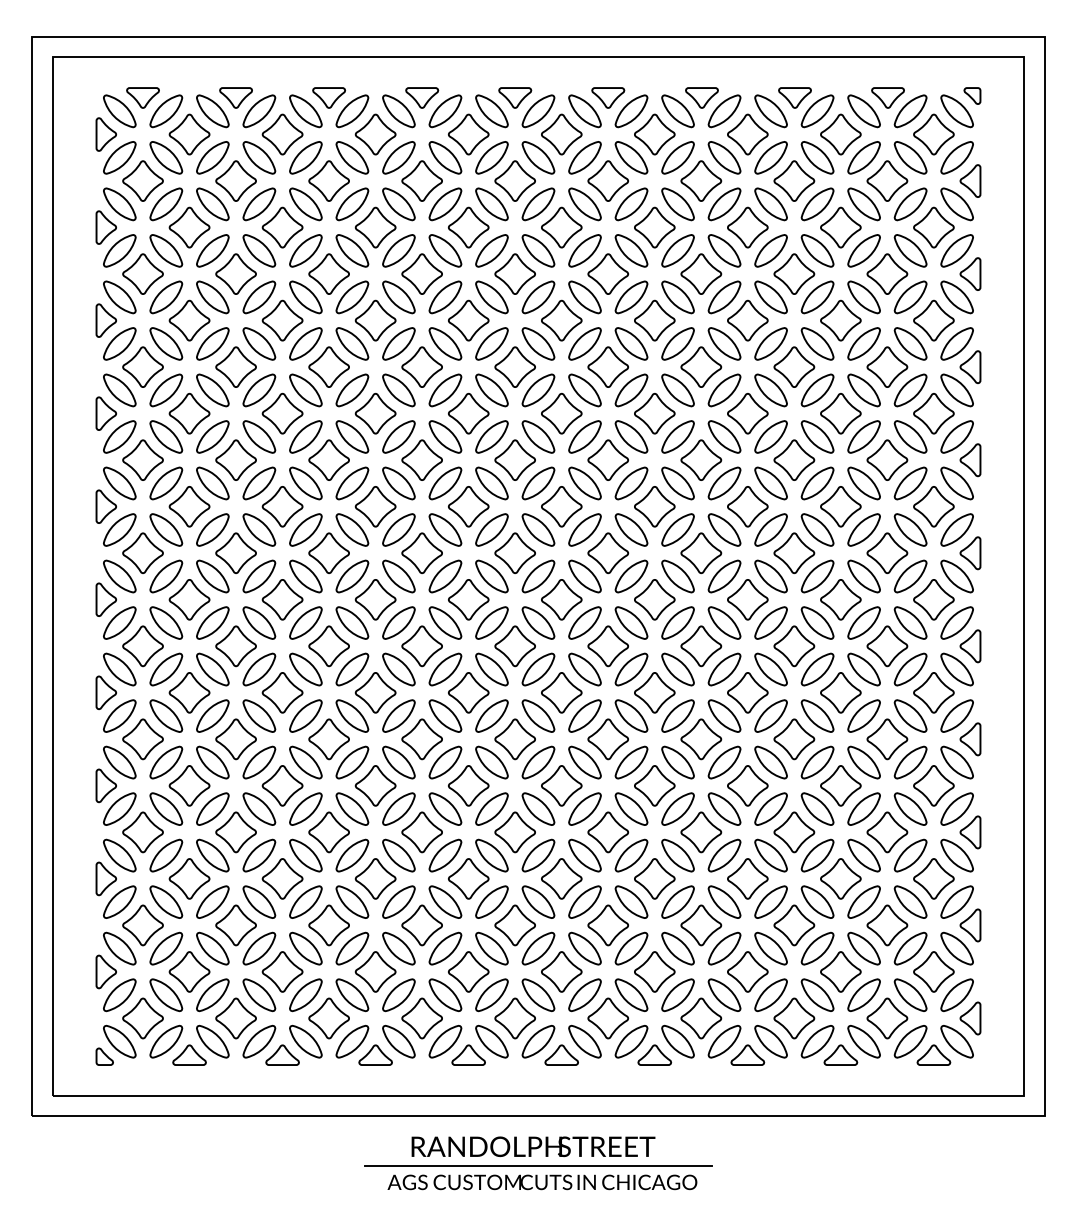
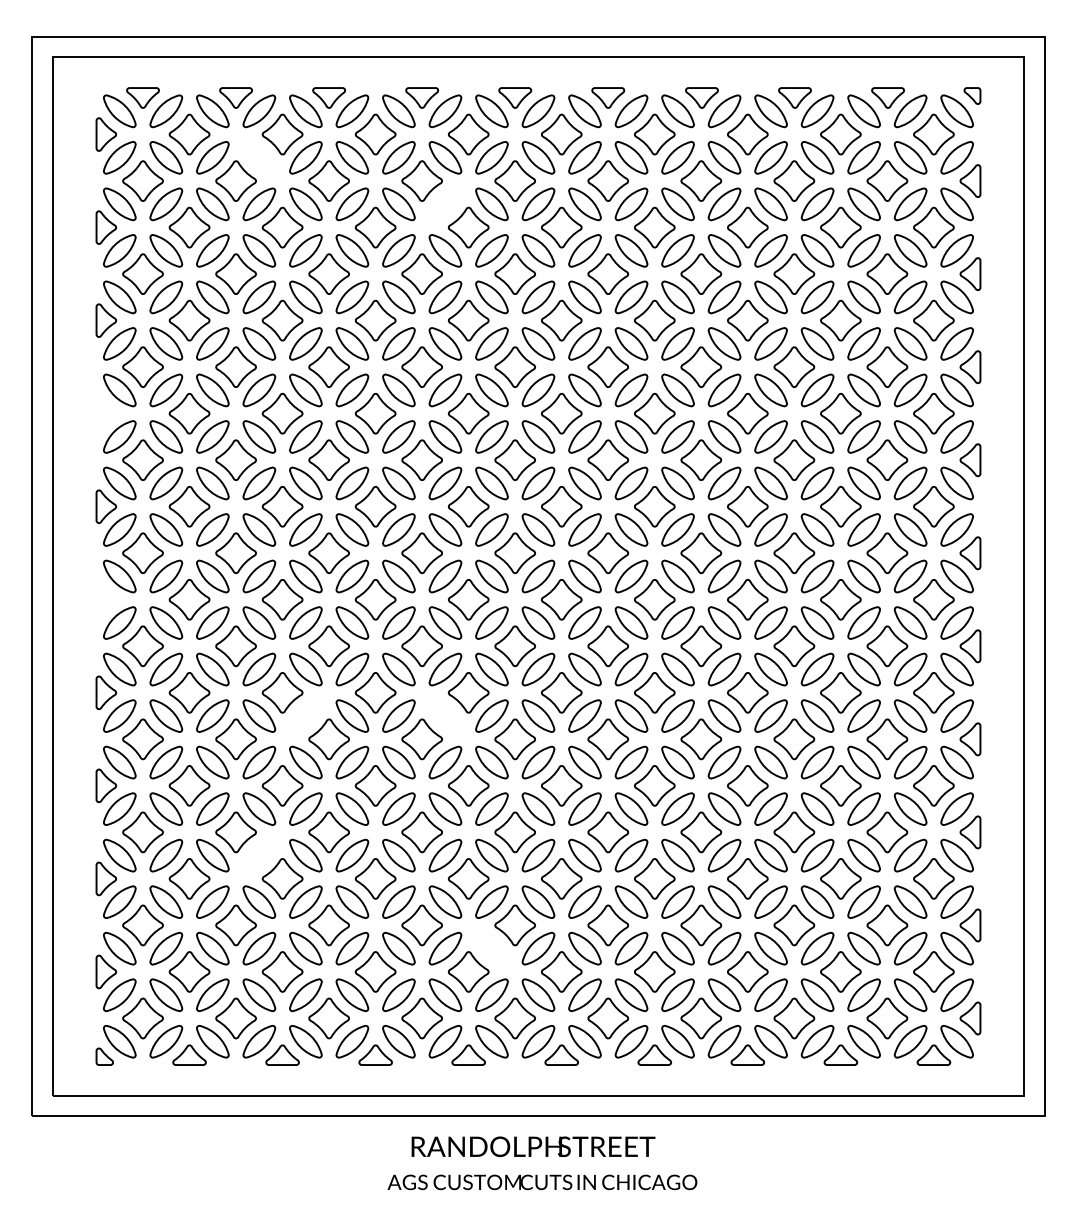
part at (259, 157): present -> none
part at (445, 204): present -> none
part at (105, 413): present -> none
part at (105, 599): present -> none
part at (305, 715): present -> none
part at (445, 715): present -> none
part at (259, 855): present -> none
part at (491, 948): present -> none
line at (538, 1166): present -> none
